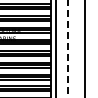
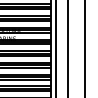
line at (68, 49): dashed -> solid
